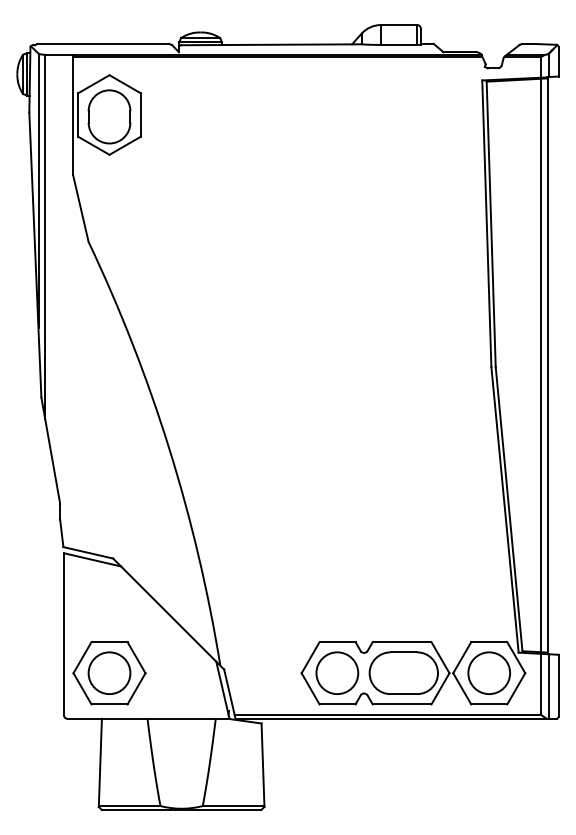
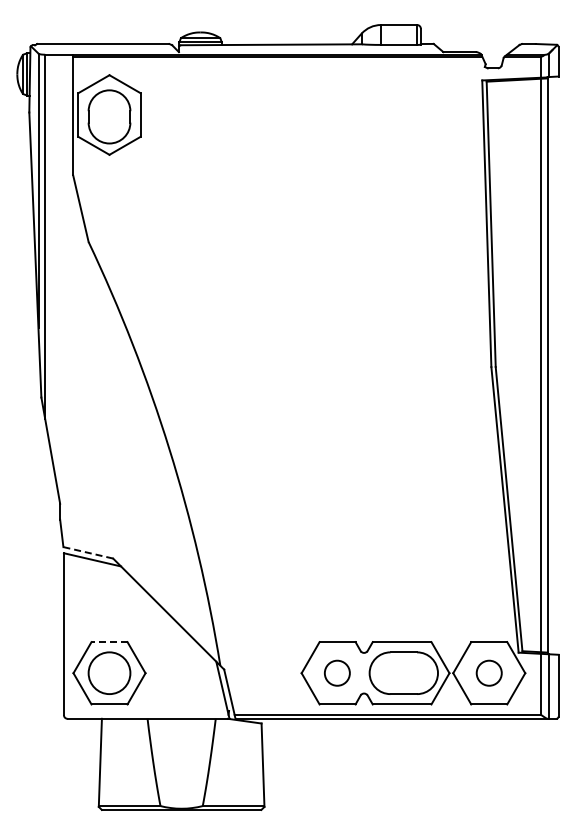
line at (88, 552): solid -> dashed
line at (109, 642): solid -> dashed
circle at (337, 673) diameter: 42 px -> 25 px
circle at (489, 673) diameter: 42 px -> 25 px
